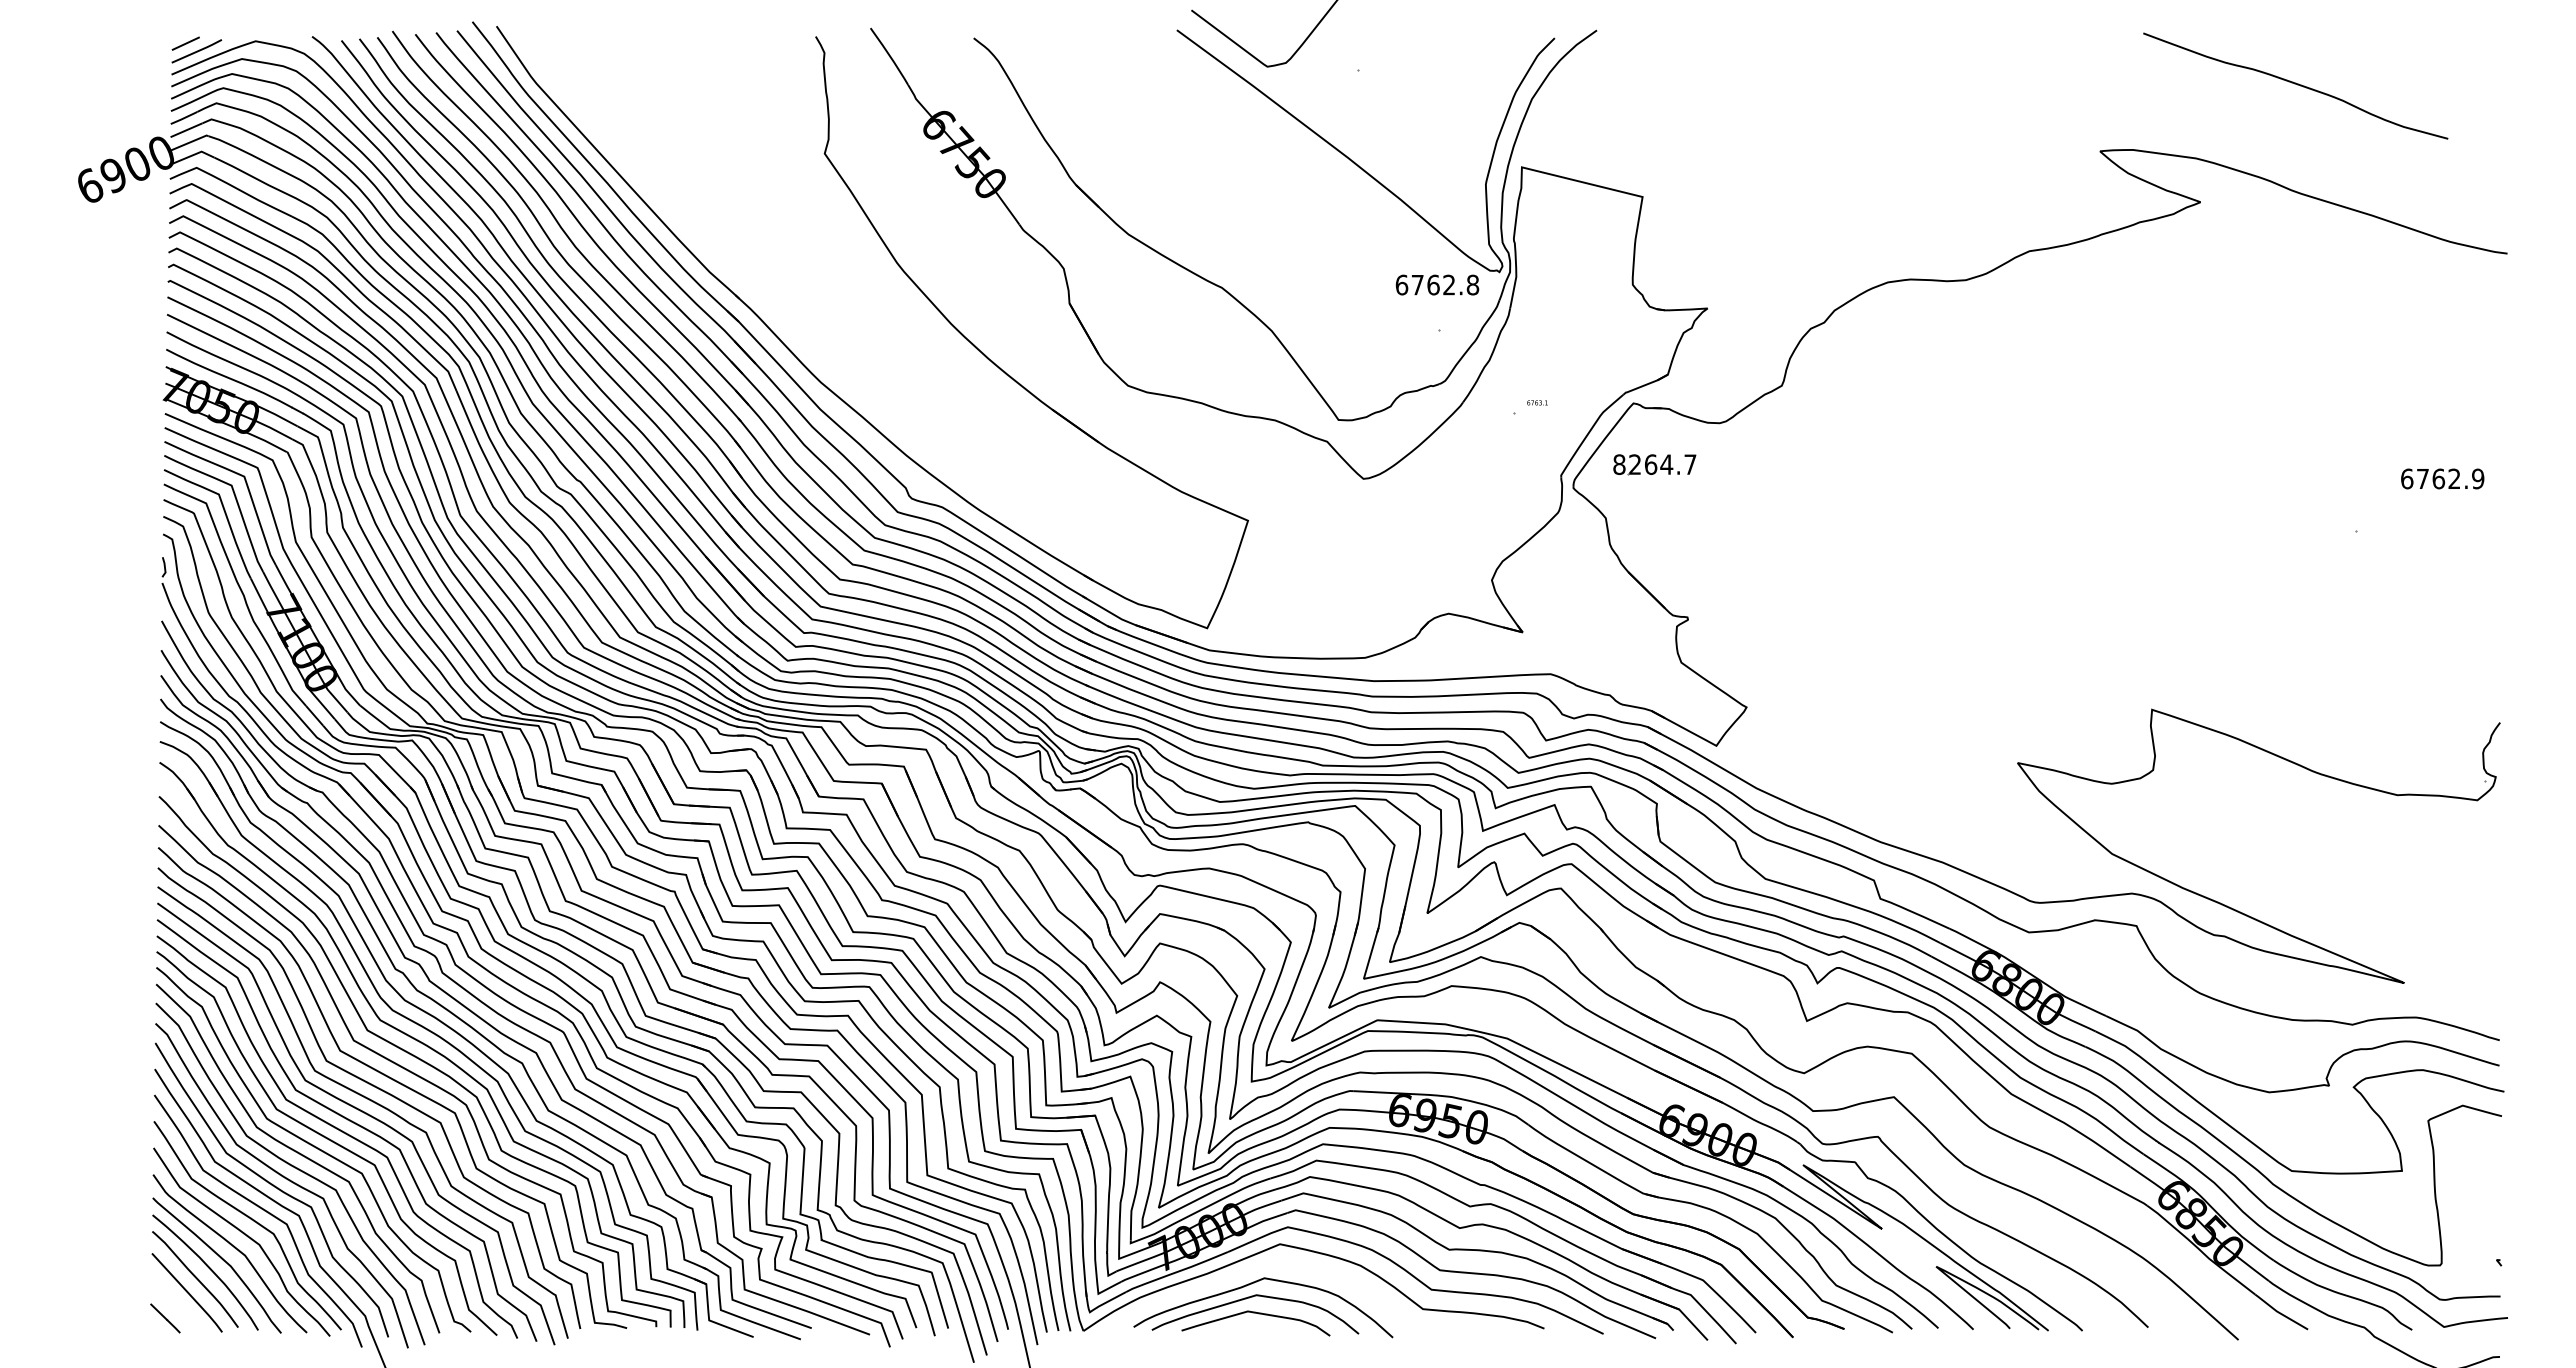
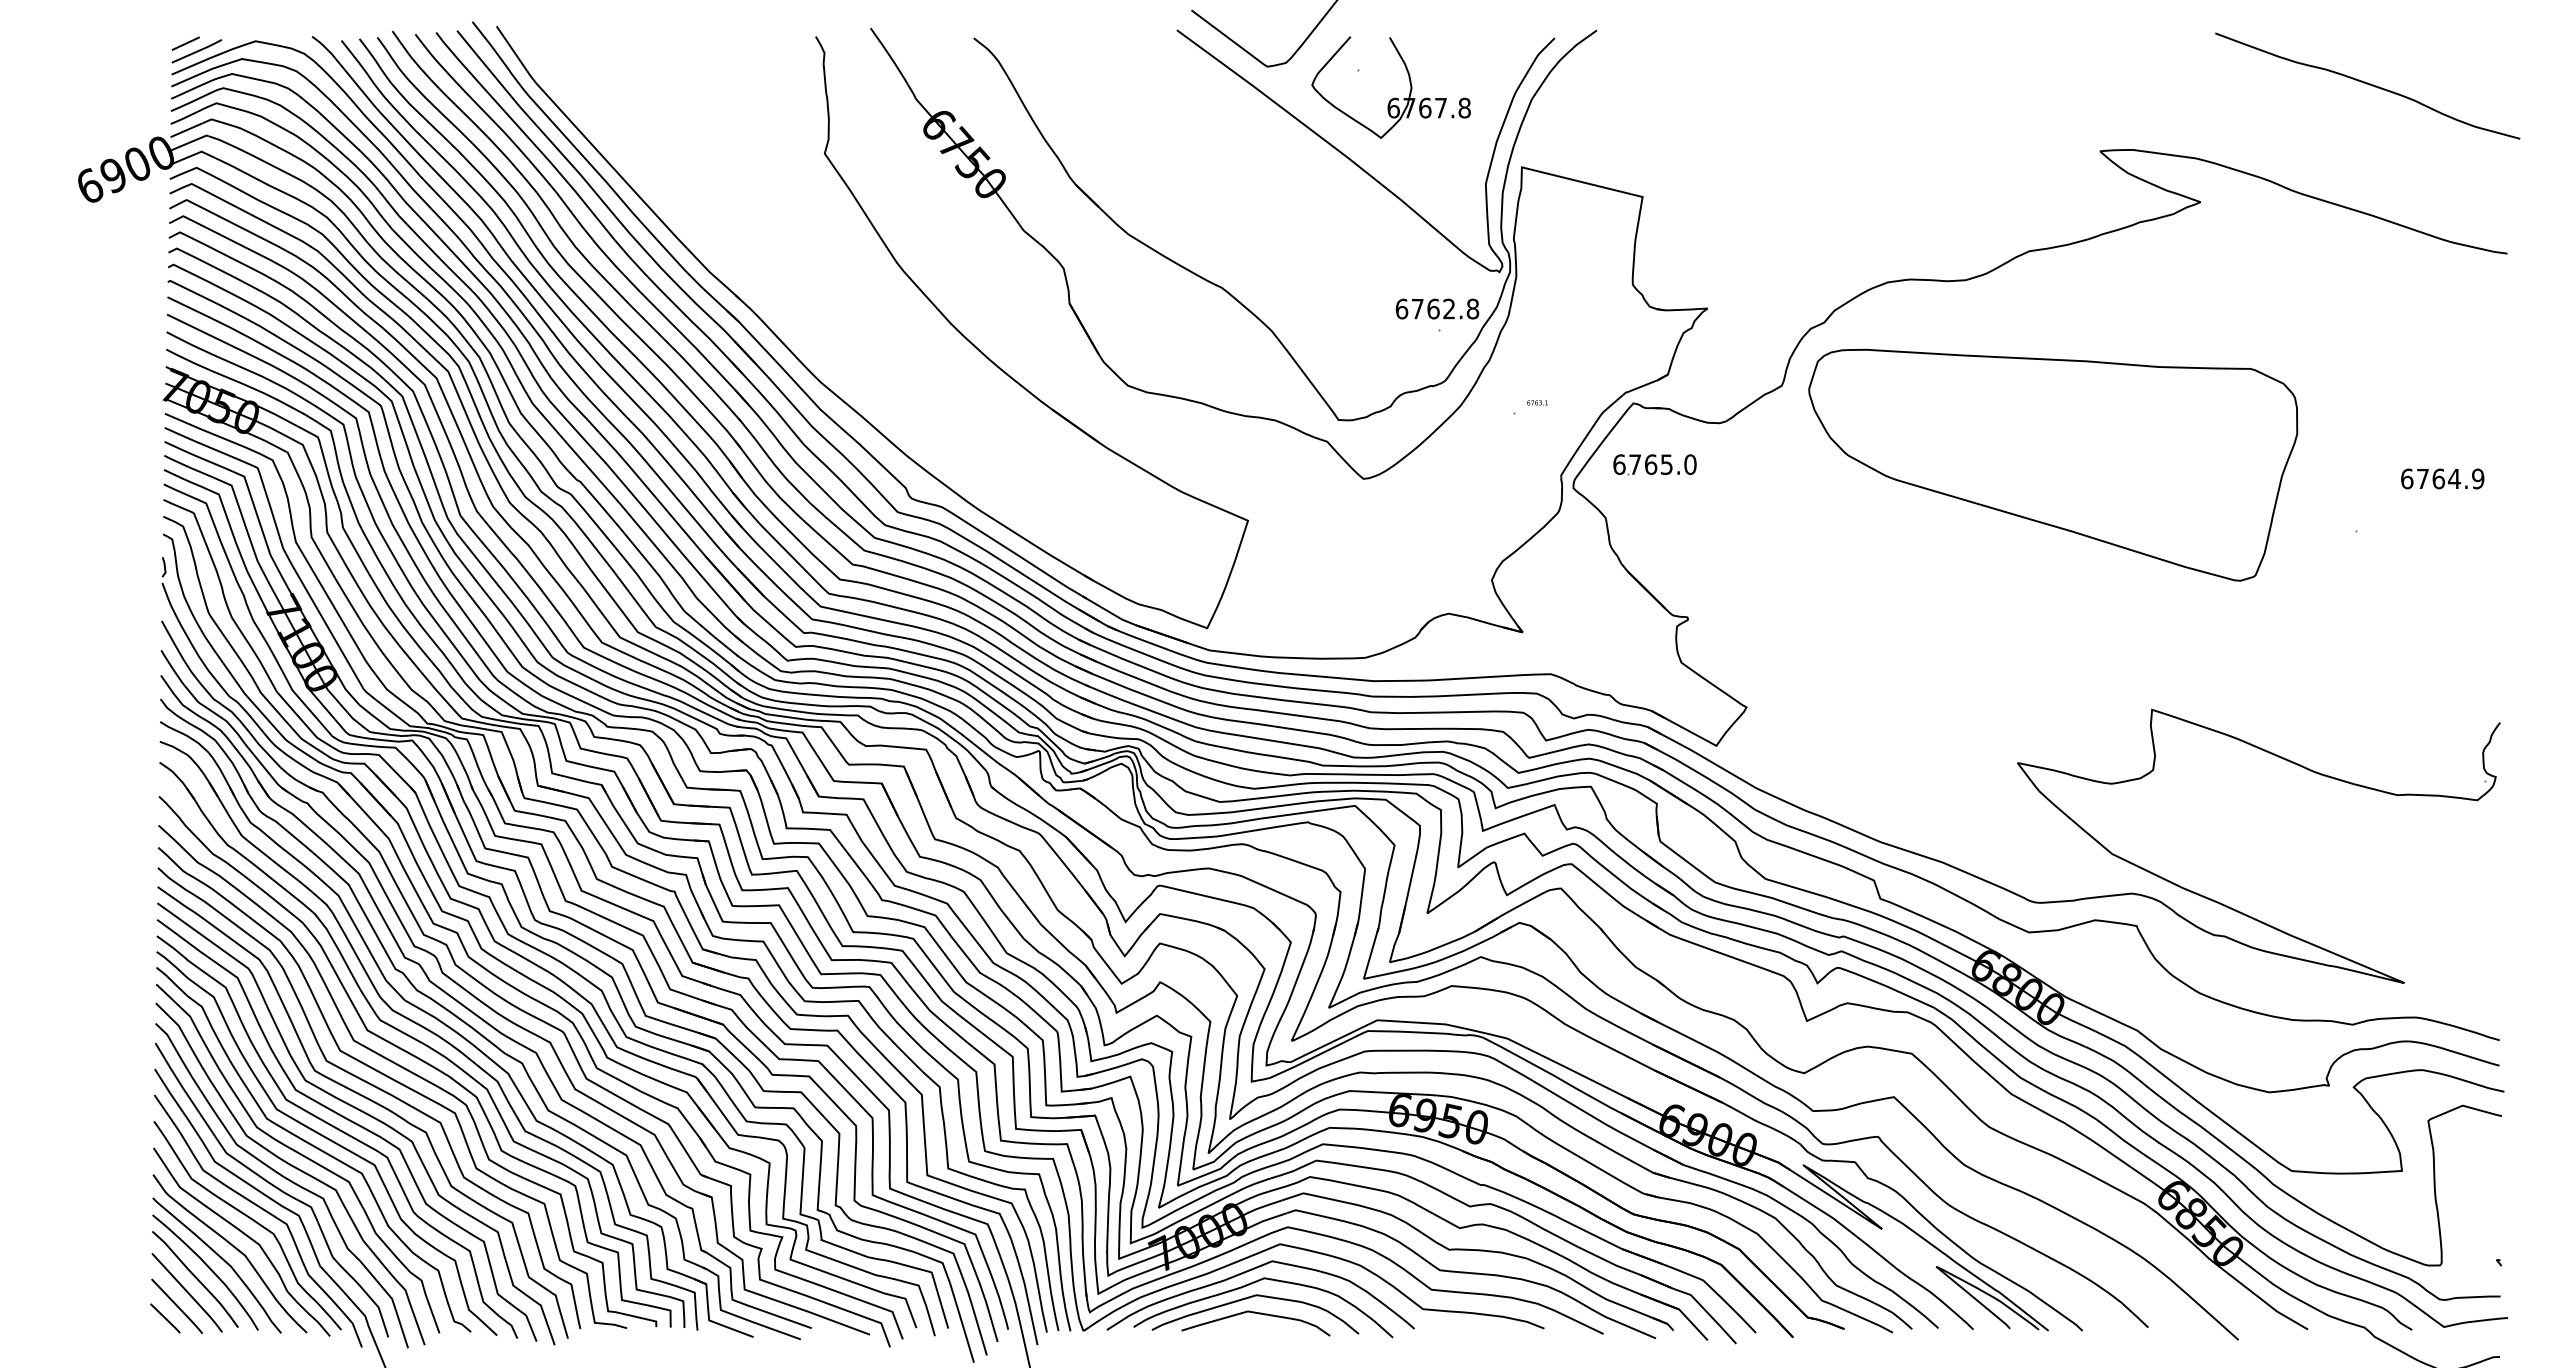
curve at (2295, 84) position: (2295, 84) -> (2367, 84)
part at (1394, 97): none -> present
text at (1437, 284) position: (1437, 284) -> (1437, 308)
text at (1654, 464): 8264.7 -> 6765.0
part at (2053, 464): none -> present
text at (2454, 478): 6762.9 -> 6764.9
curve at (1252, 1270): none -> present
line at (176, 1305): none -> present
